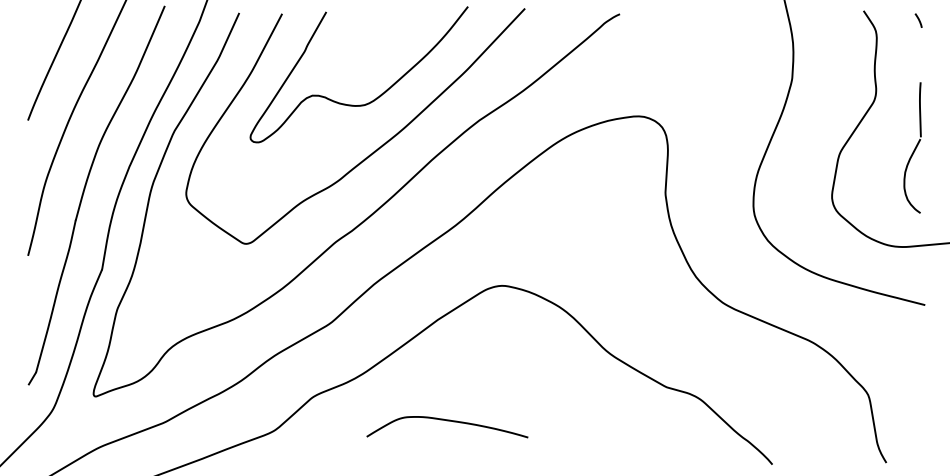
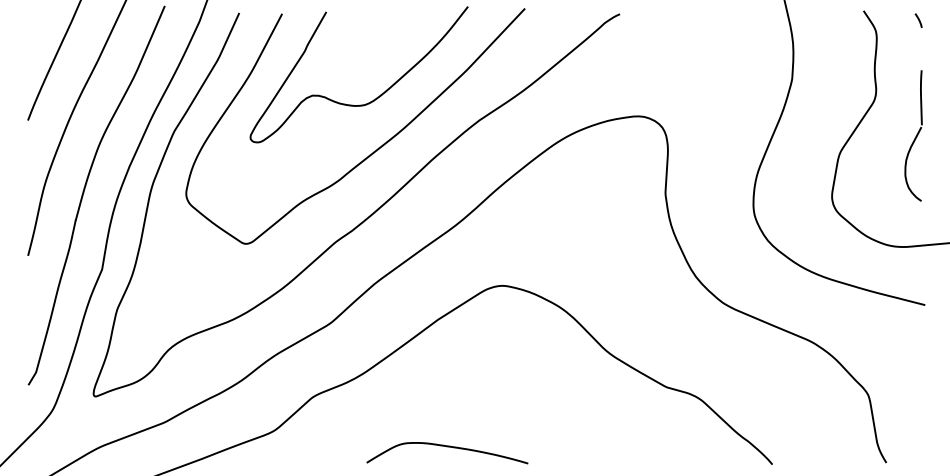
part at (912, 147) position: (912, 147) -> (913, 135)
curve at (447, 421) position: (447, 421) -> (447, 447)
